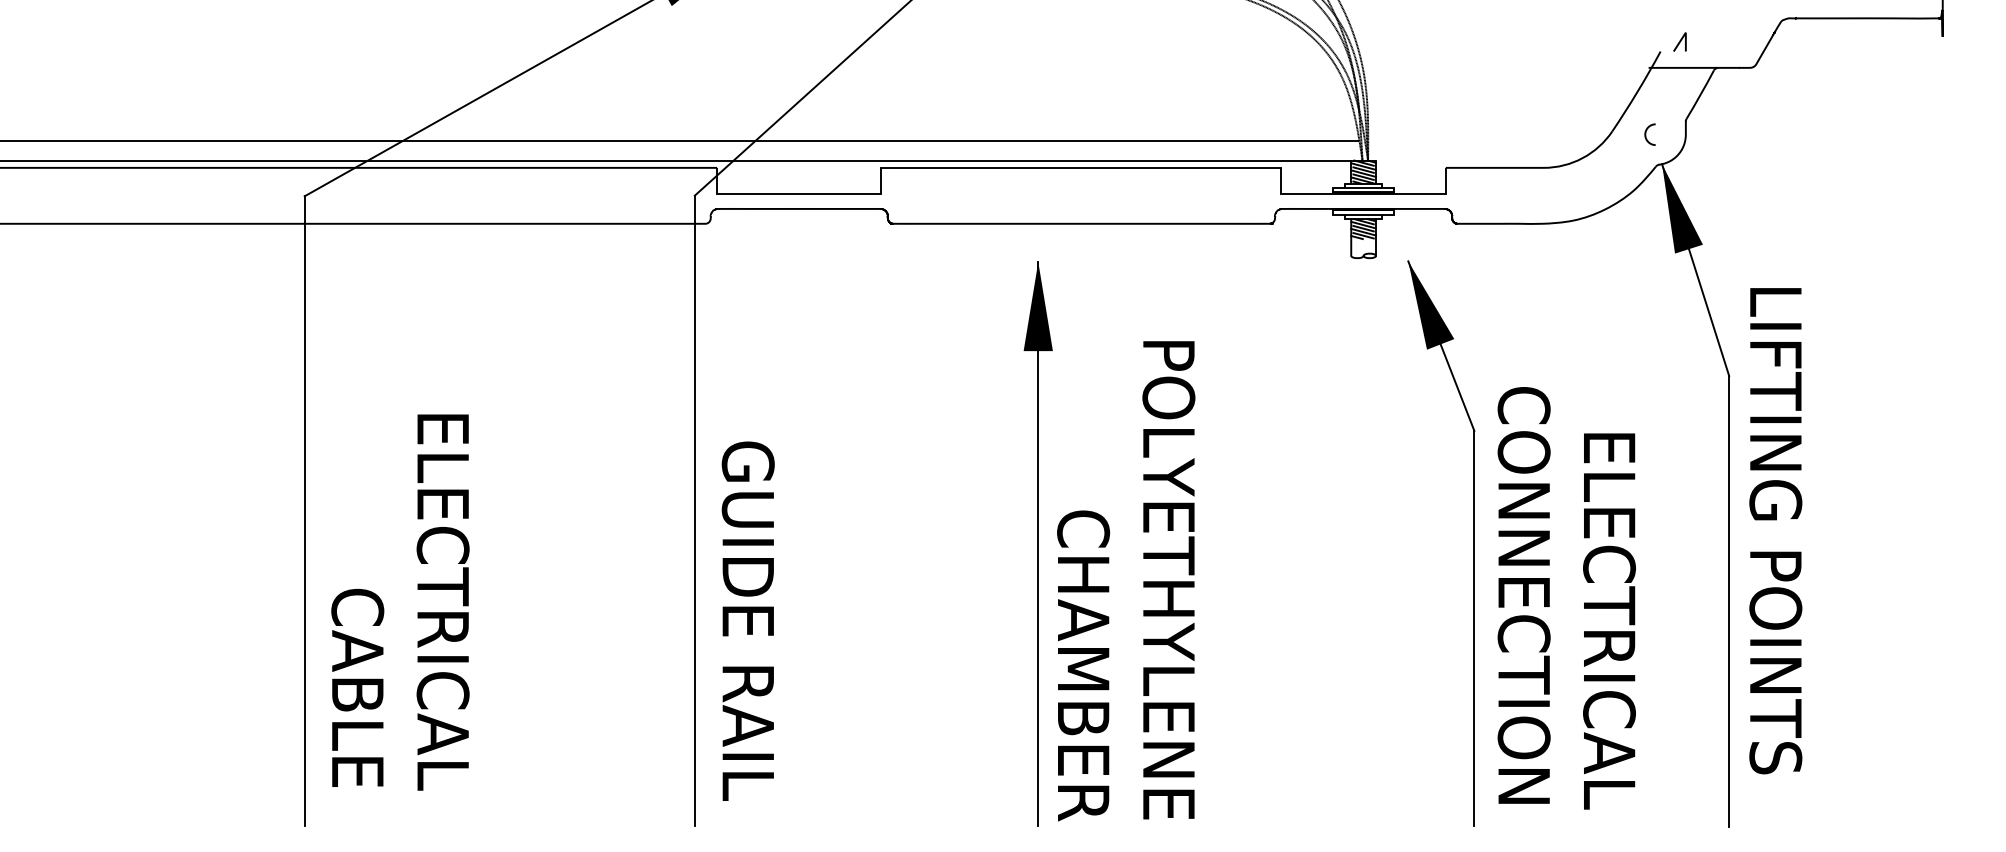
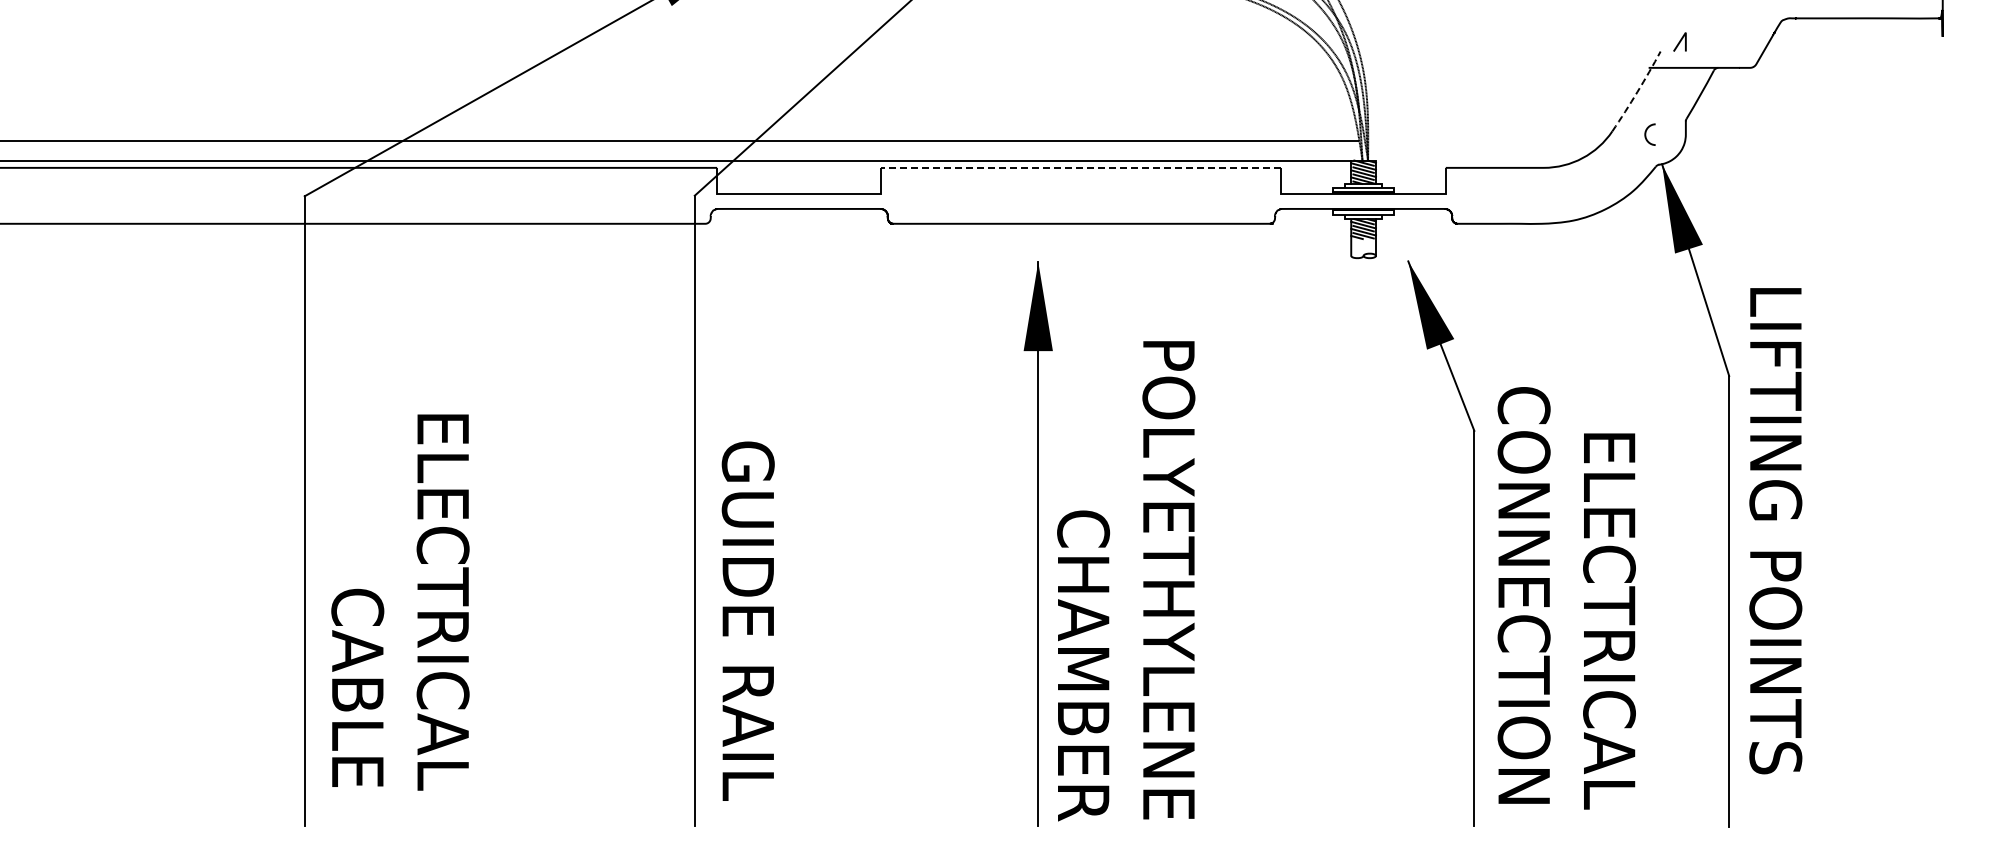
arc at (1637, 92): solid -> dashed
line at (1081, 167): solid -> dashed
